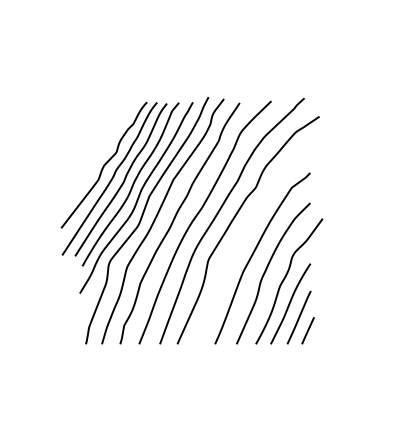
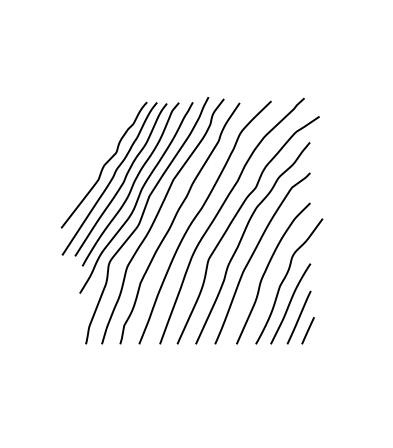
curve at (242, 239): none -> present
